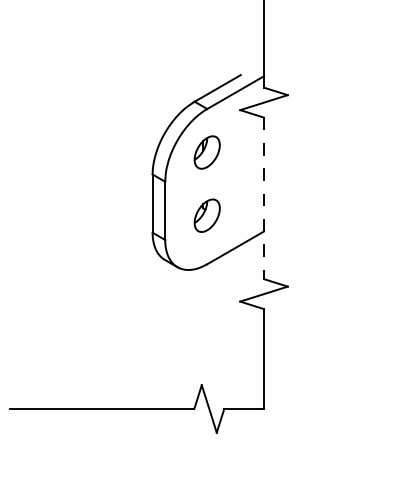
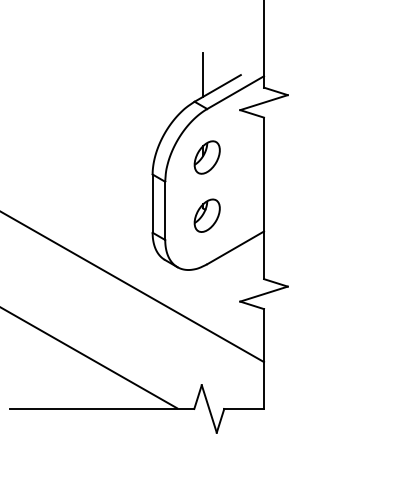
line at (203, 74): none -> present
part at (206, 152) position: (206, 152) -> (206, 157)
line at (264, 198): dashed -> solid
line at (133, 287): none -> present
line at (89, 358): none -> present
